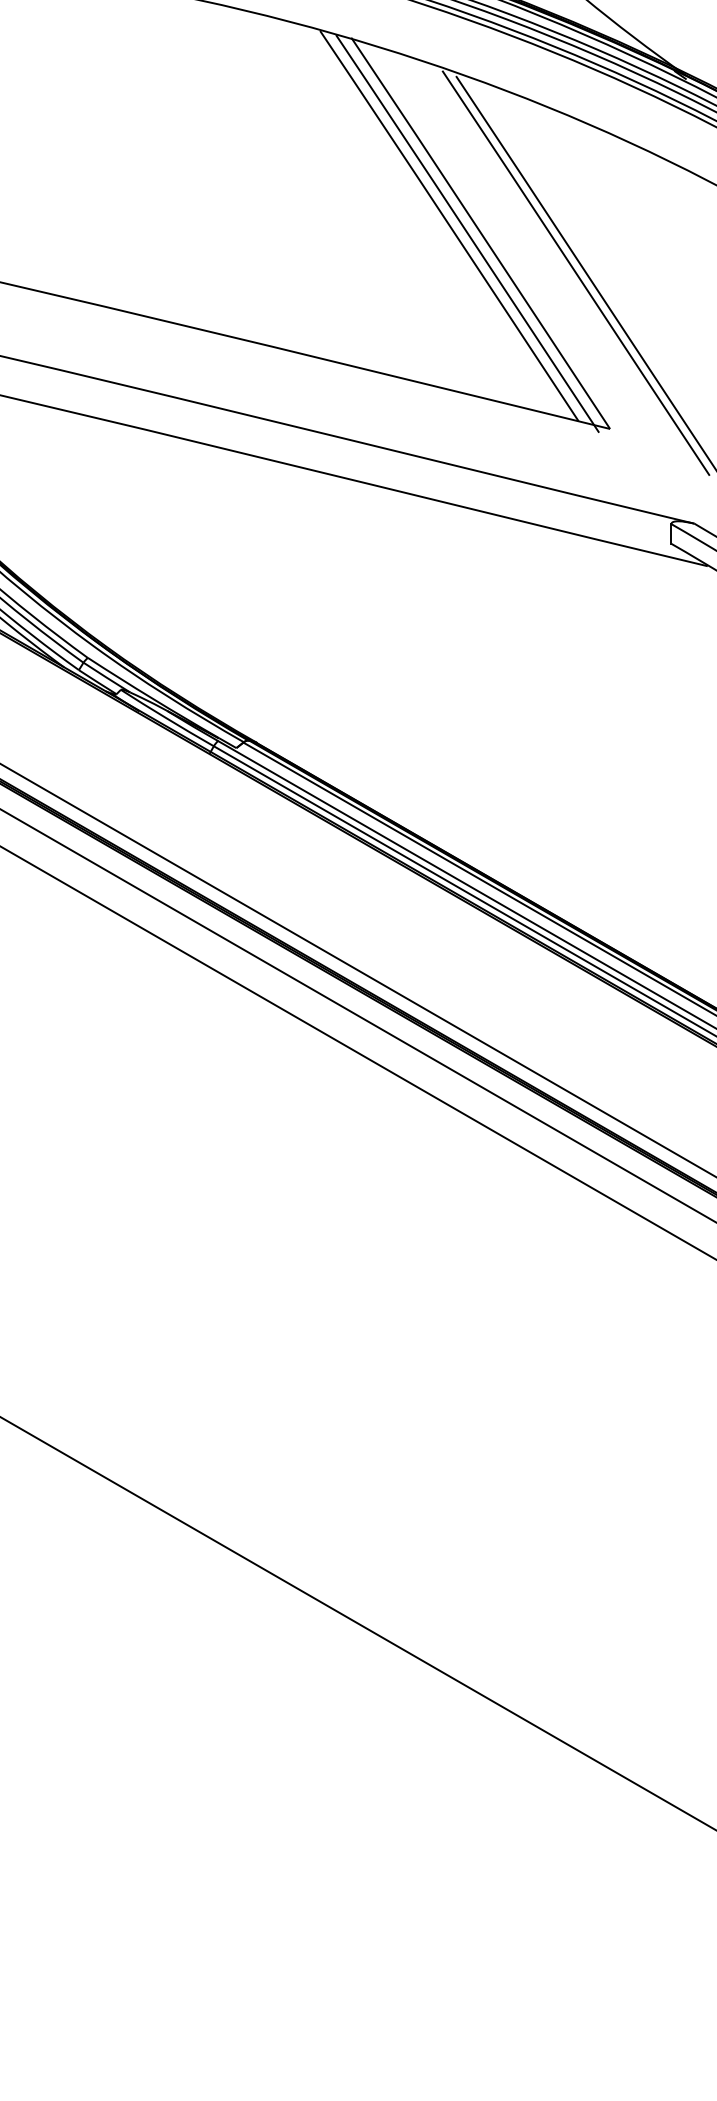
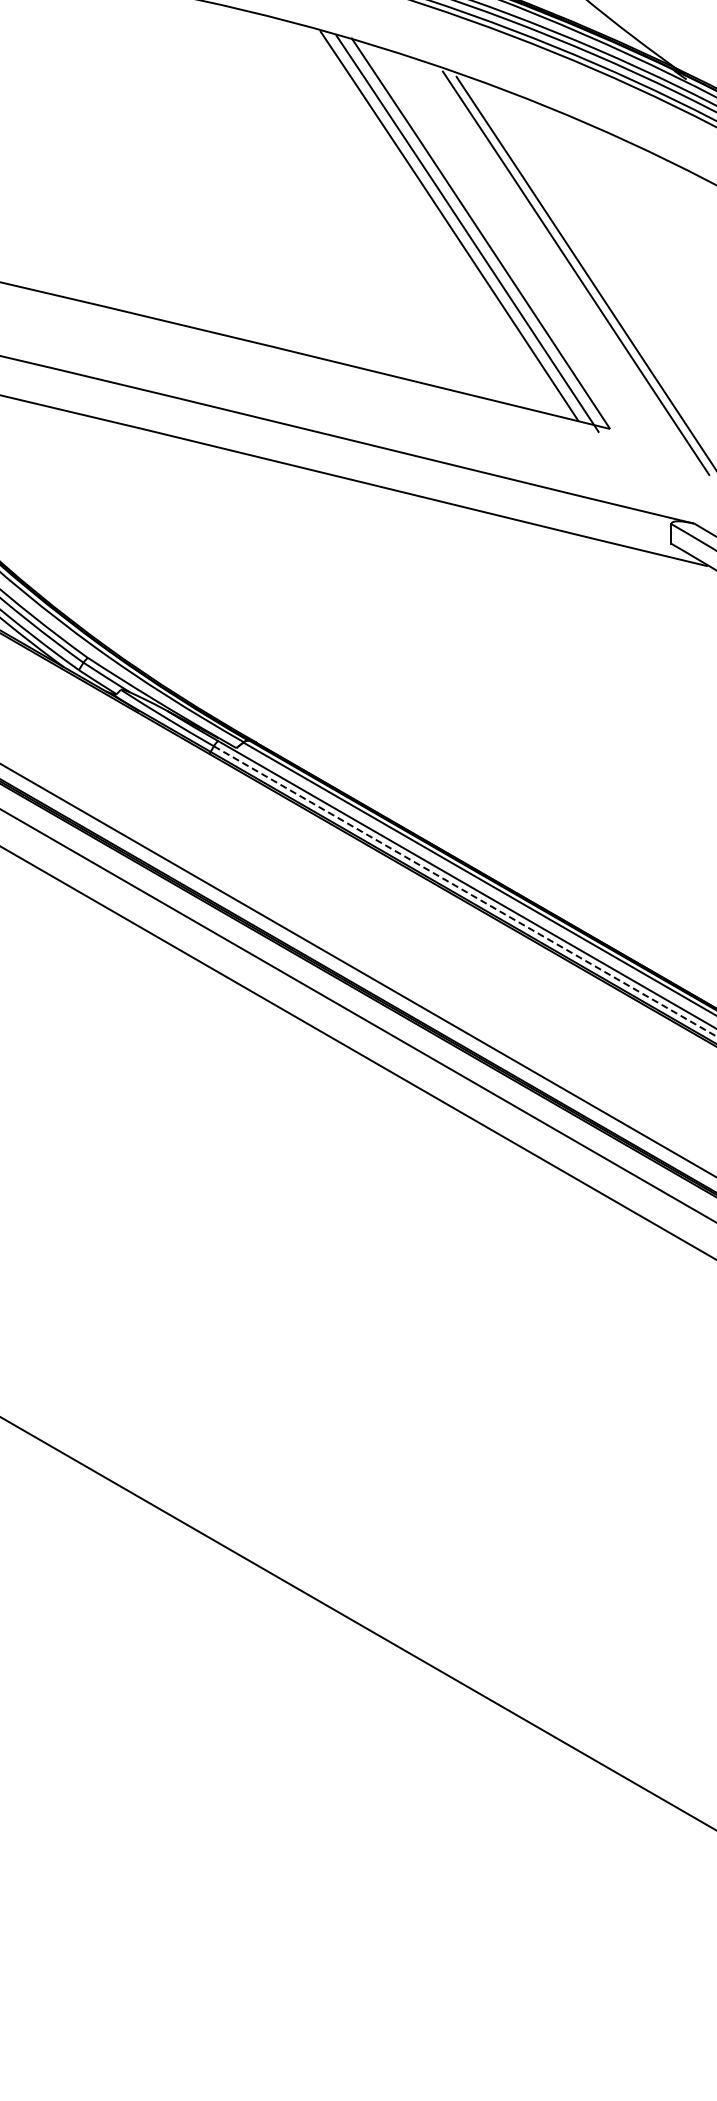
line at (465, 891): solid -> dashed
